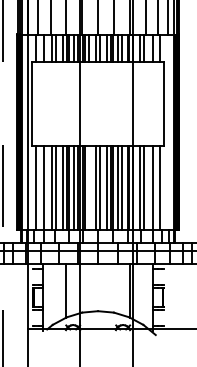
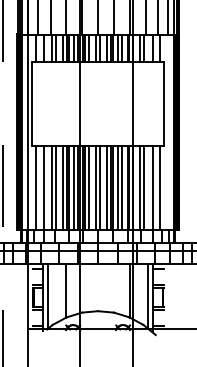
line at (88, 188): none -> present
line at (48, 295): none -> present
line at (147, 295): none -> present
